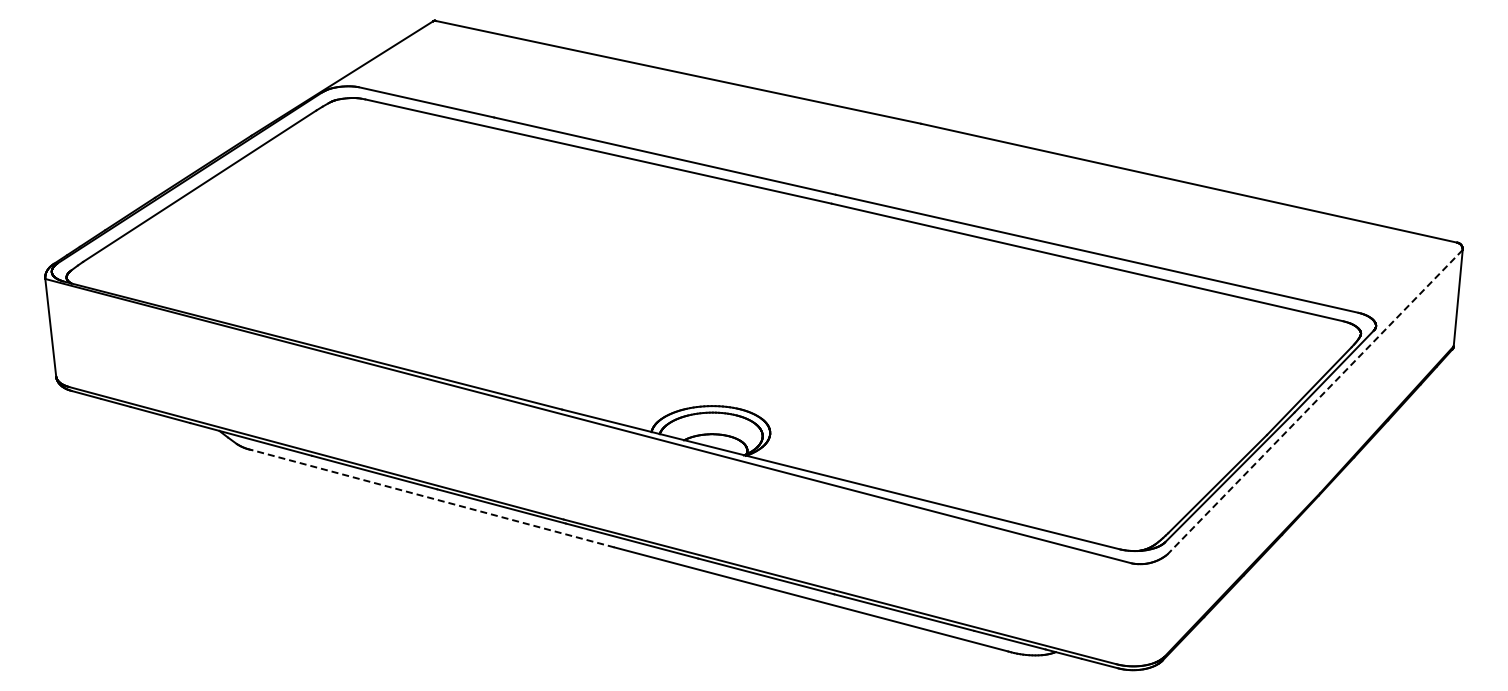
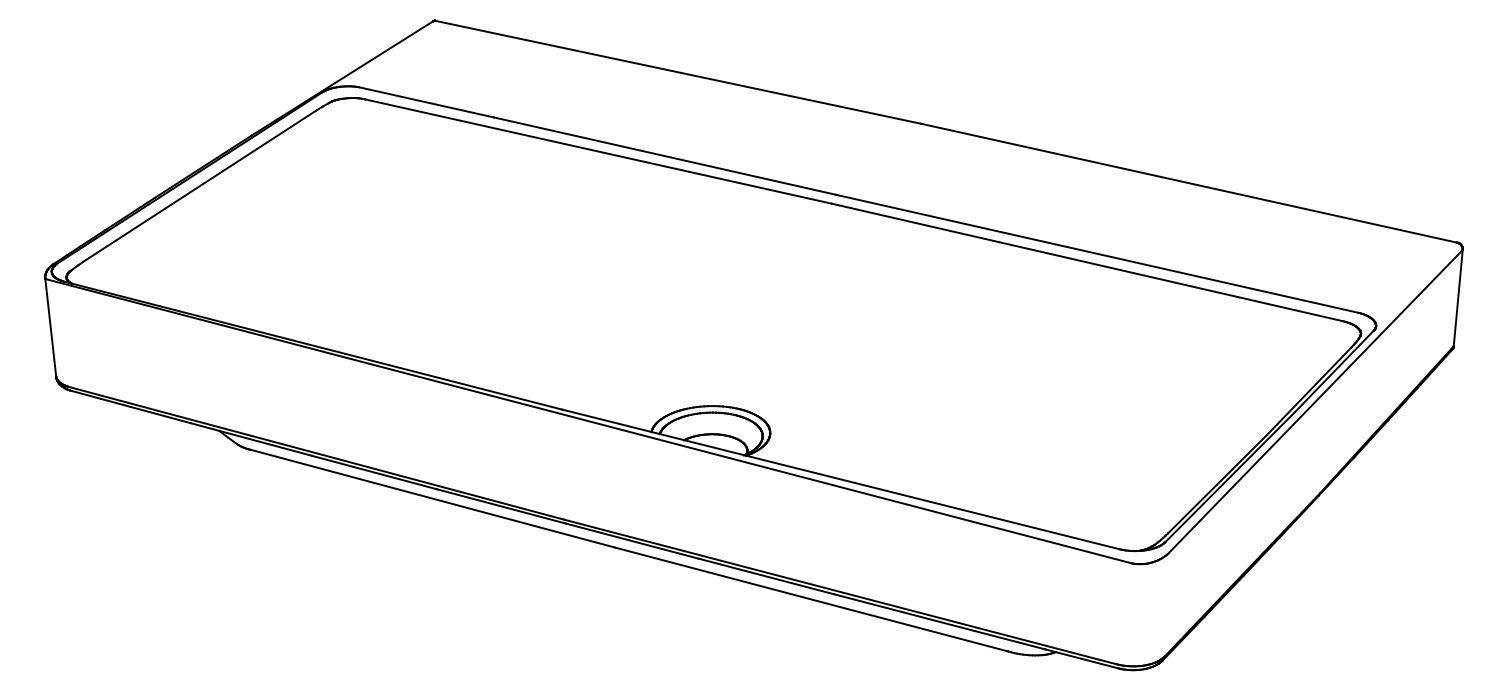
line at (1314, 402): dashed -> solid
line at (432, 498): dashed -> solid
